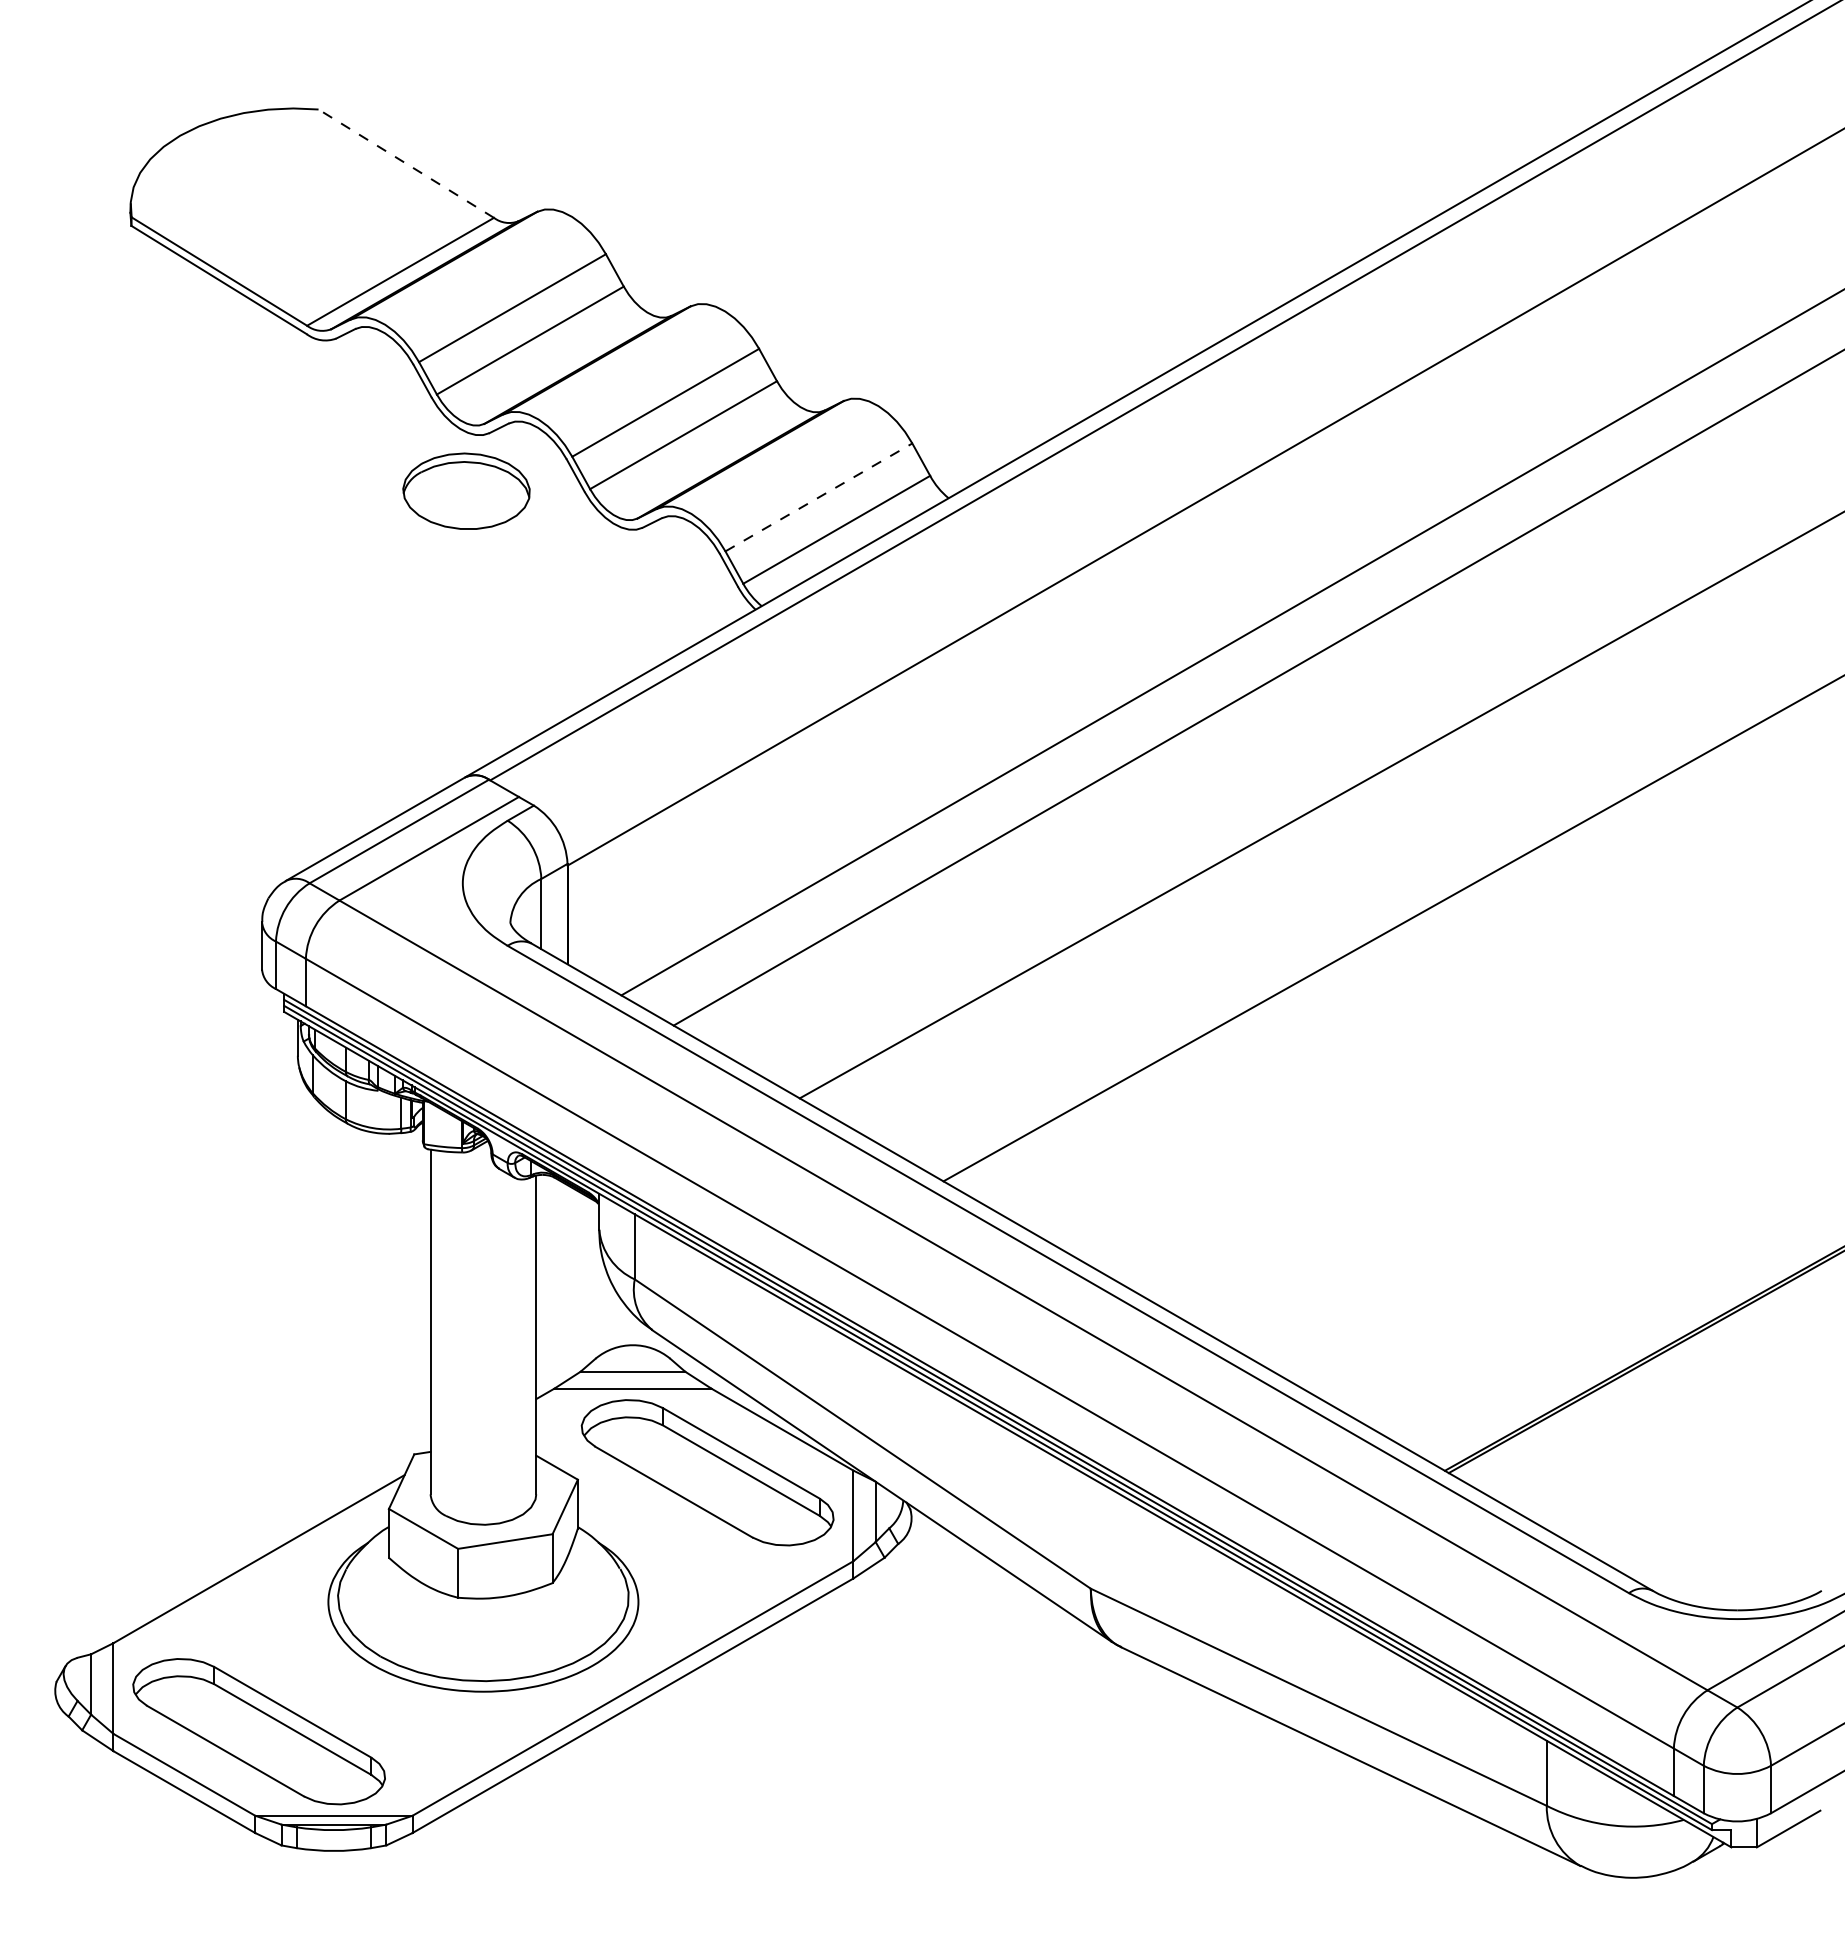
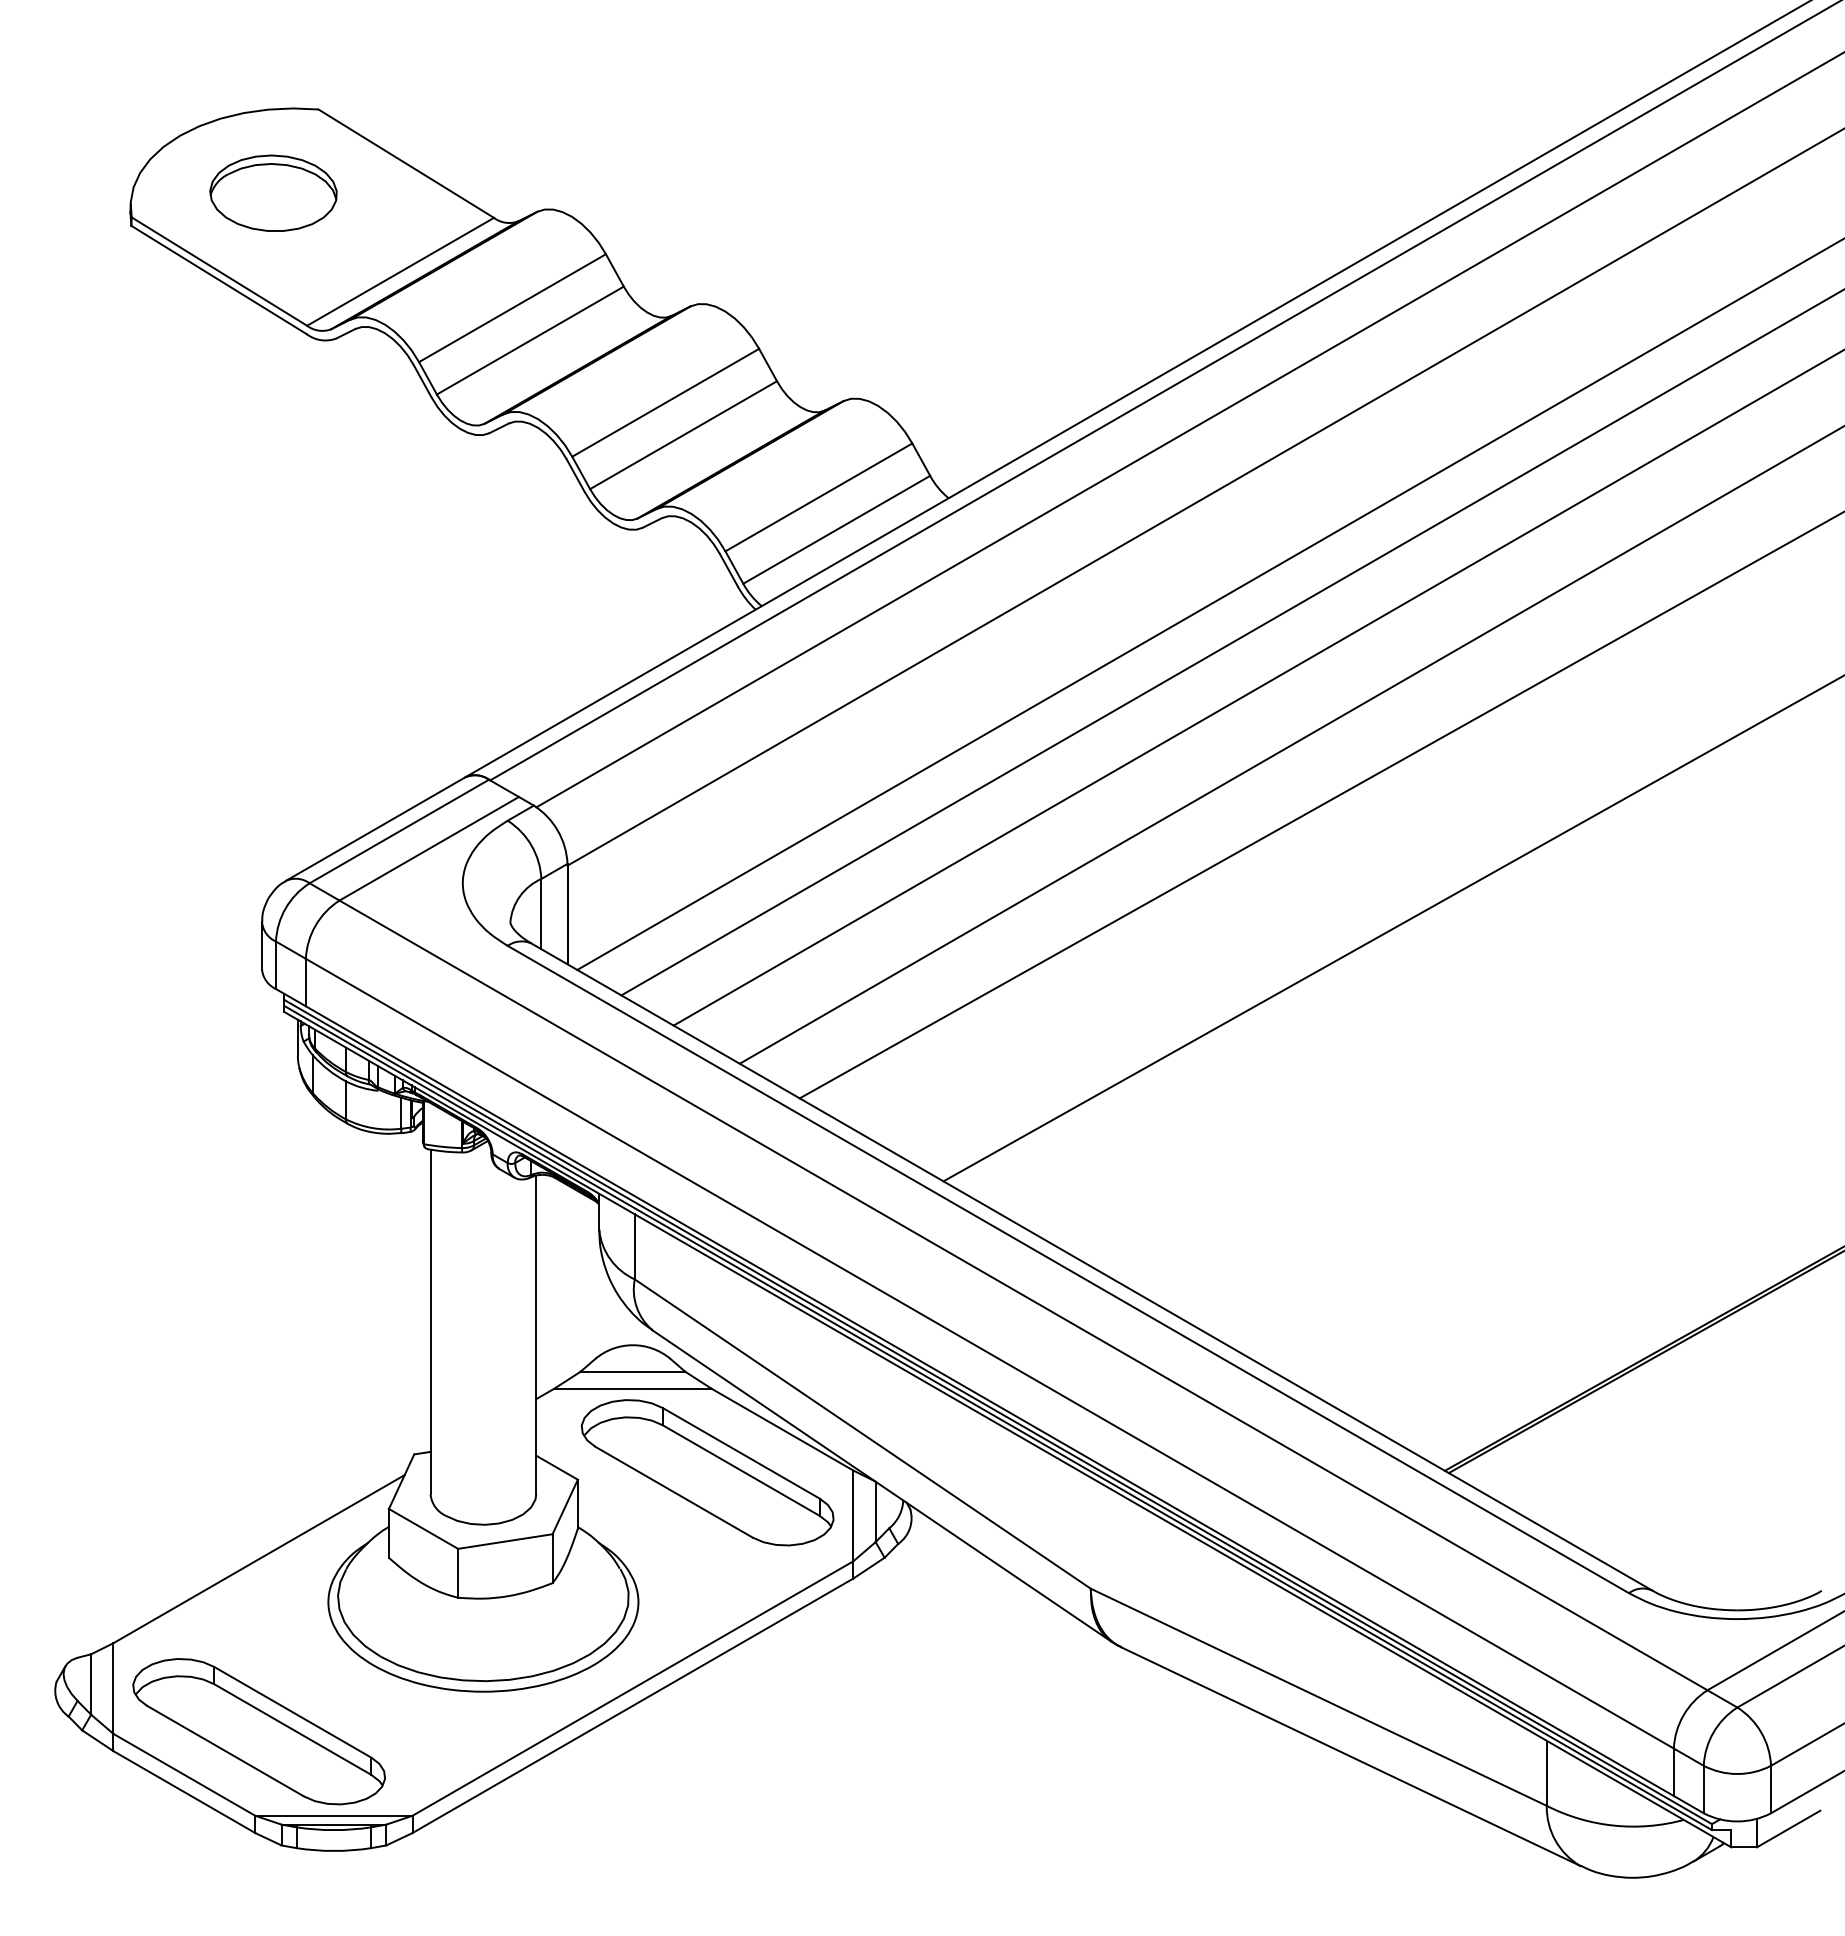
line at (405, 163): dashed -> solid
line at (1188, 430): none -> present
part at (466, 490) position: (466, 490) -> (273, 192)
line at (818, 497): dashed -> solid
line at (1209, 604): none -> present
line at (1290, 745): none -> present
